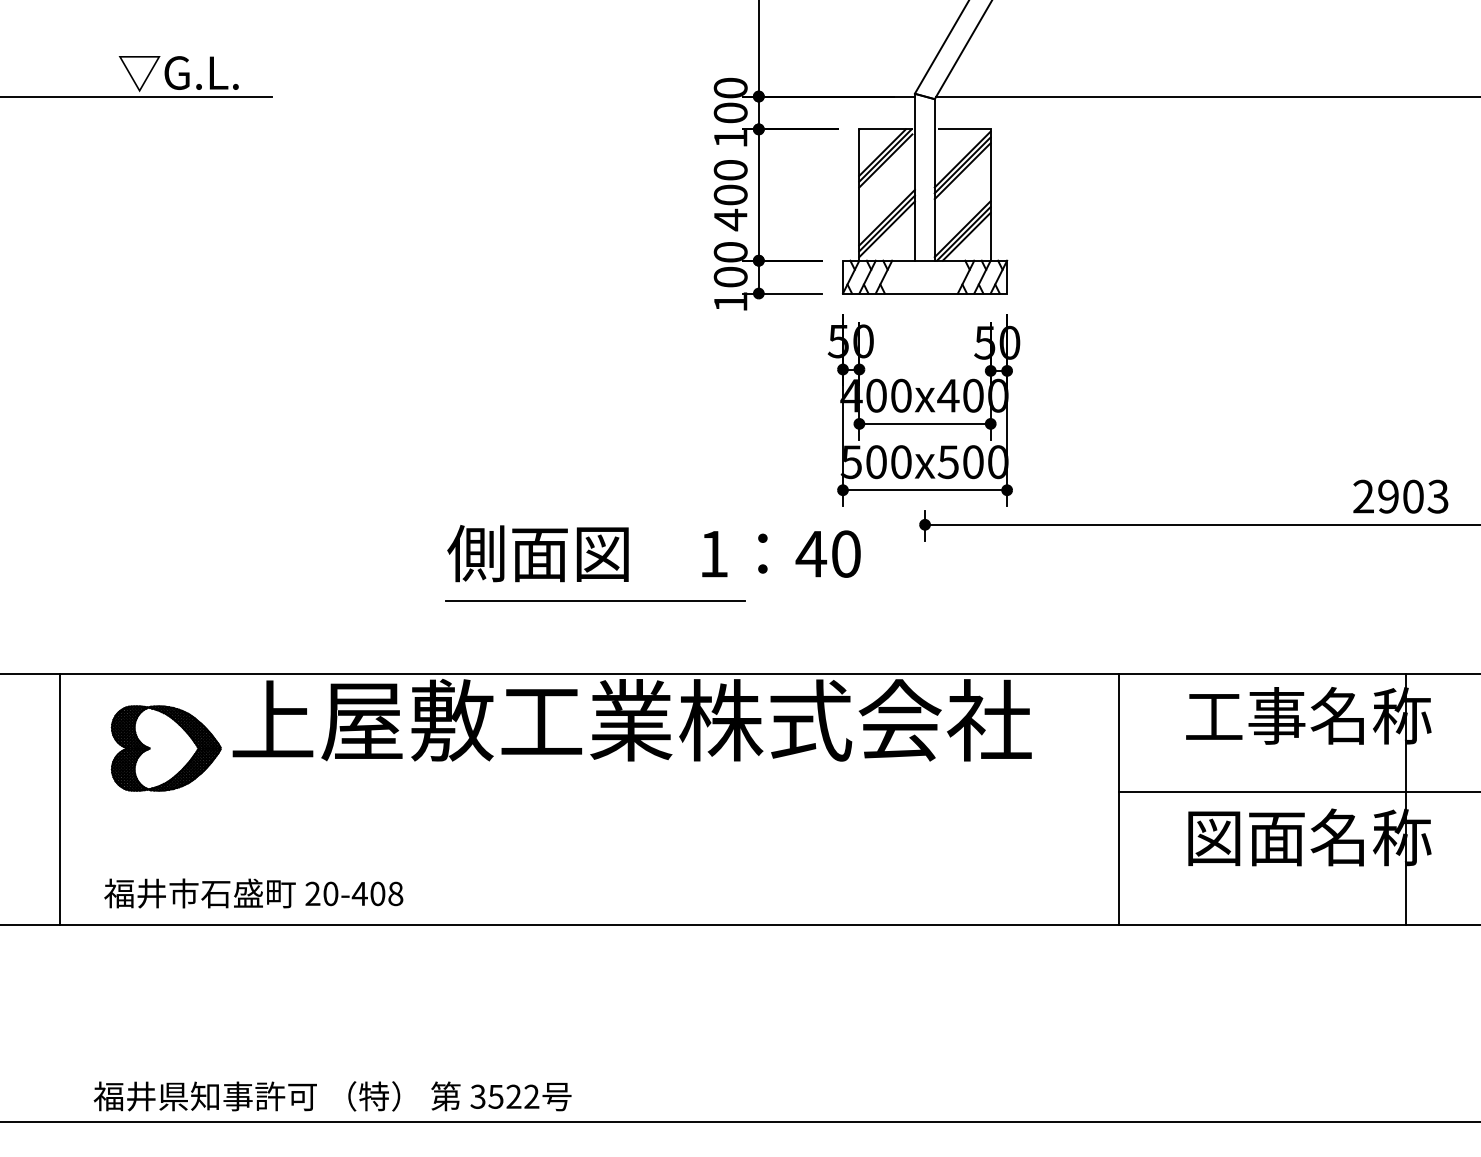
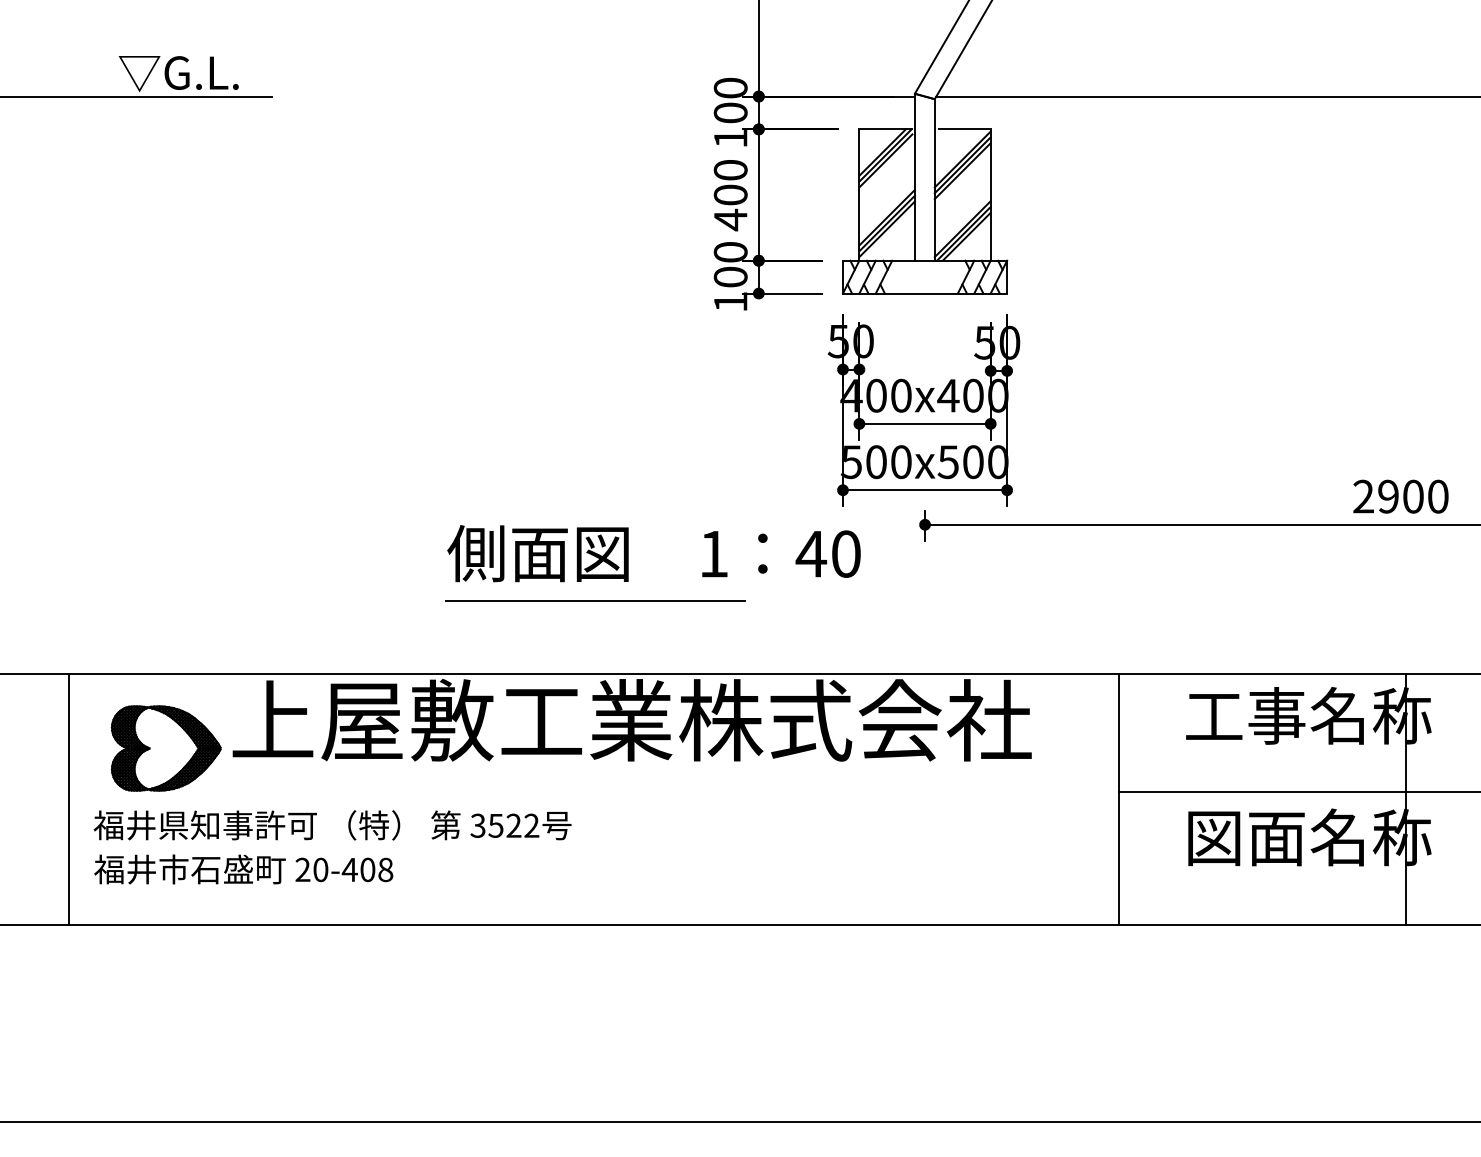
text at (1437, 496): 2903 -> 2900
line at (59, 799) position: (59, 799) -> (68, 799)
text at (253, 893) position: (253, 893) -> (243, 869)
text at (332, 1096) position: (332, 1096) -> (332, 825)
